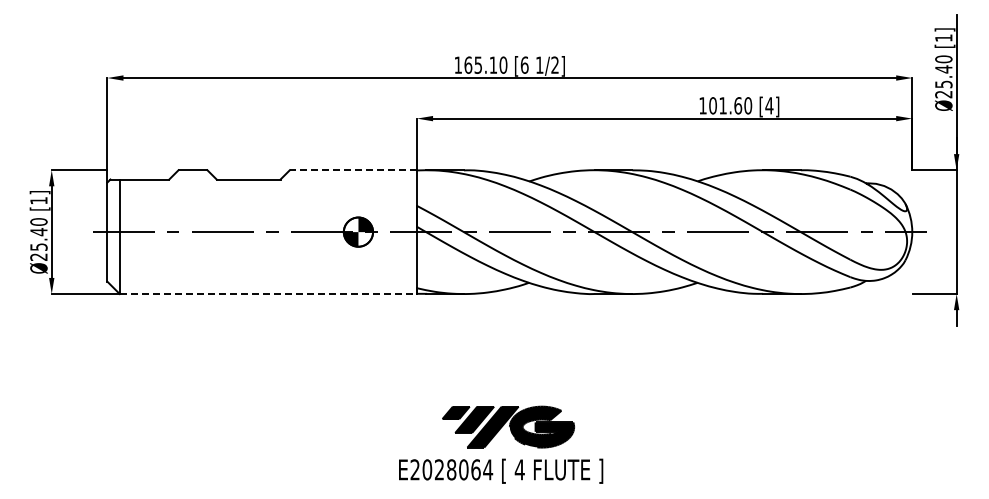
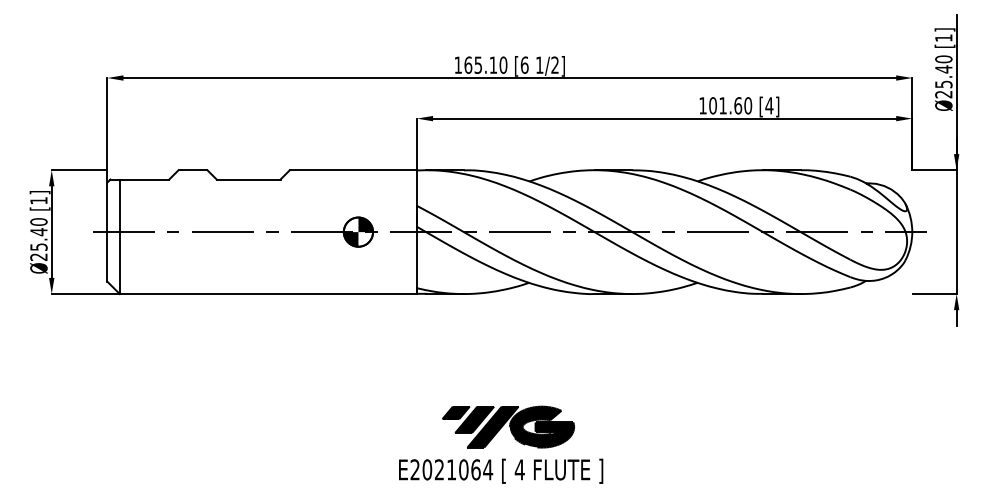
line at (353, 170): dashed -> solid
line at (268, 294): dashed -> solid
text at (451, 469): E2028064 -> E2021064
